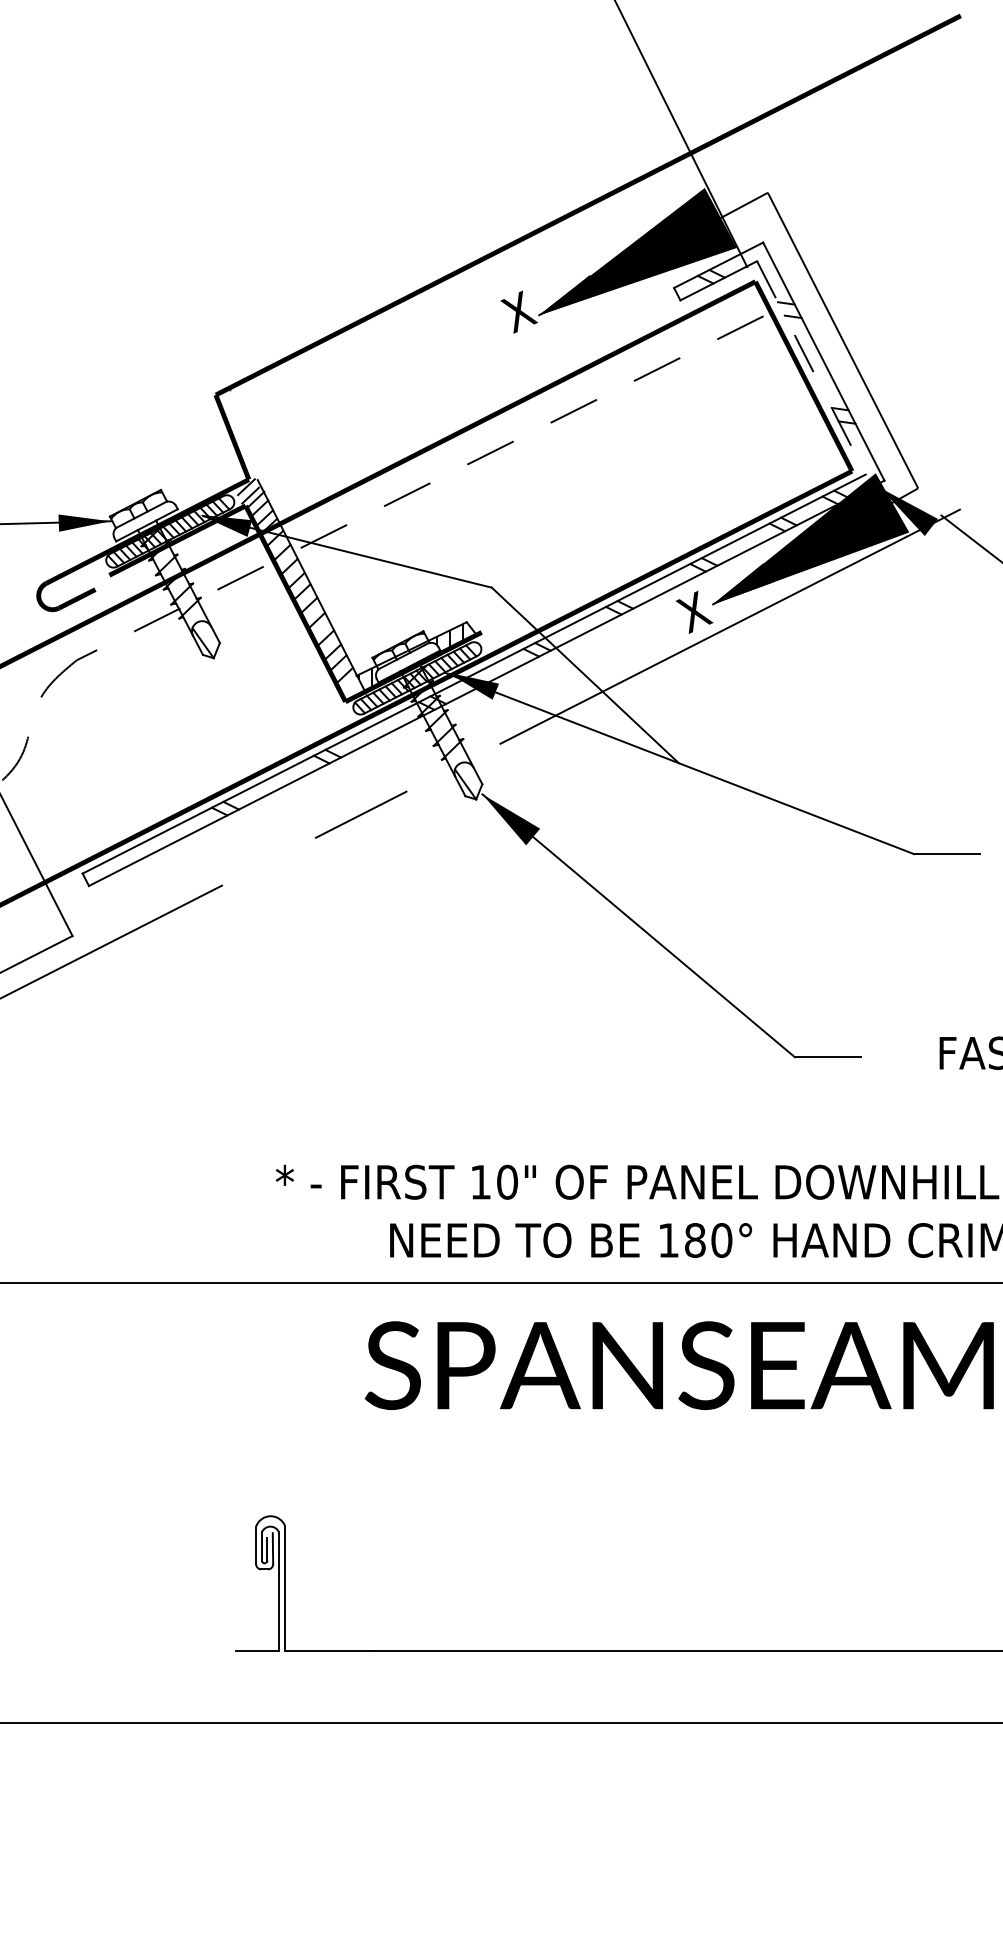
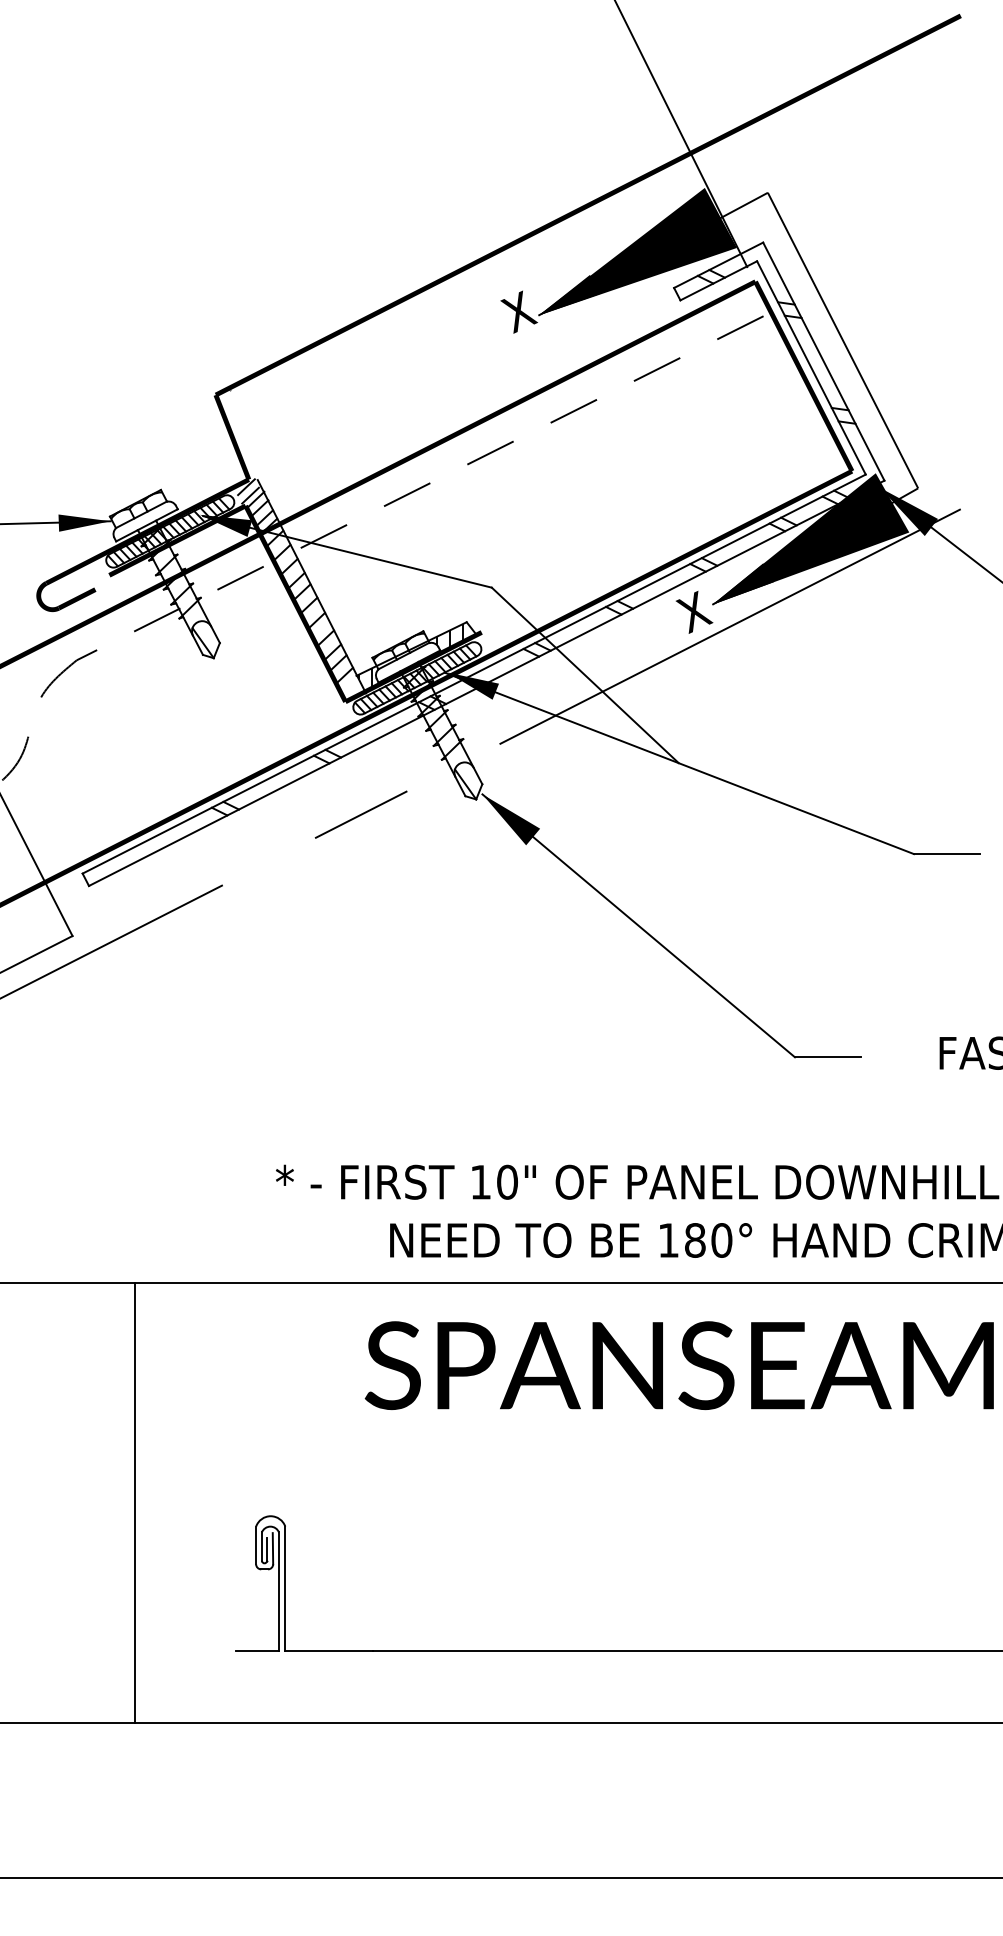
line at (811, 367): dashed -> solid
line at (970, 537) position: (970, 537) -> (965, 553)
line at (134, 1502): none -> present
line at (500, 1877): none -> present
